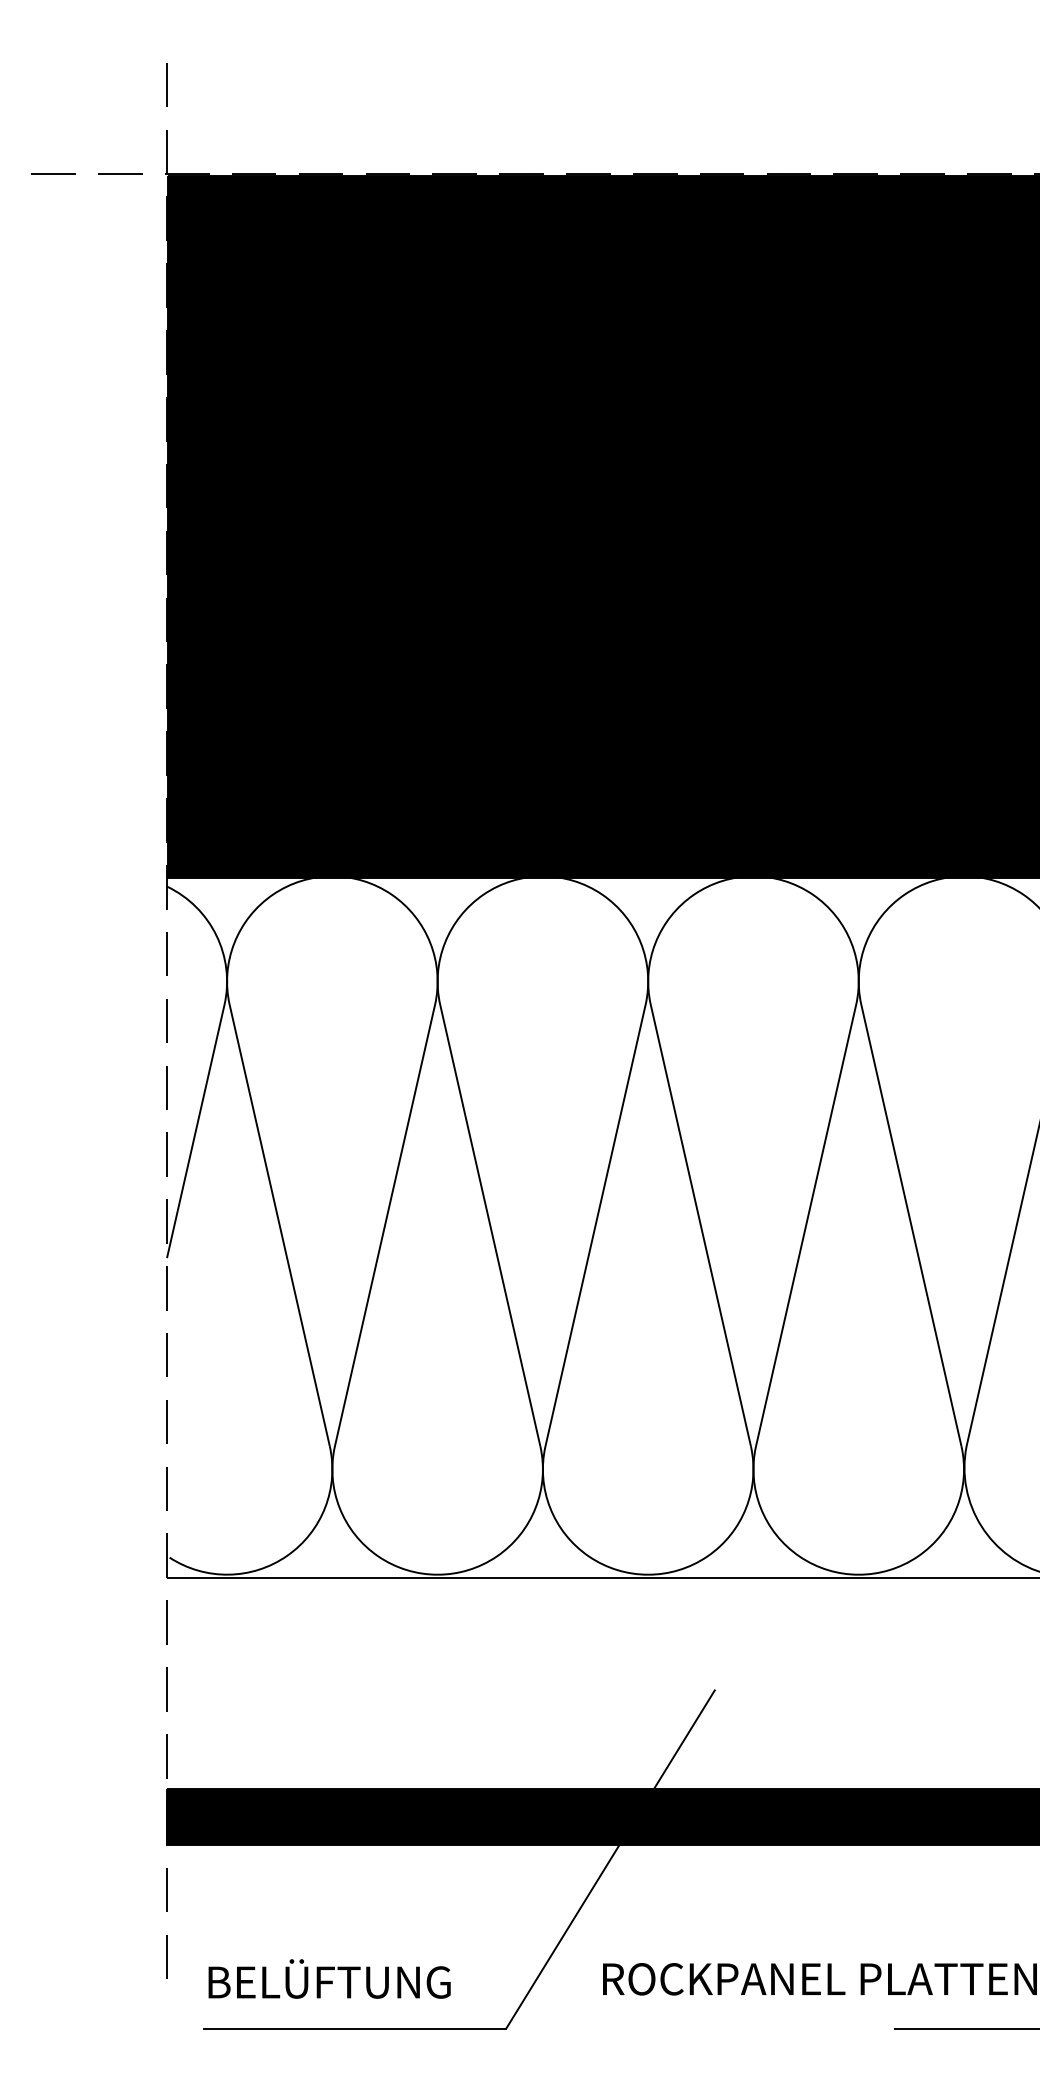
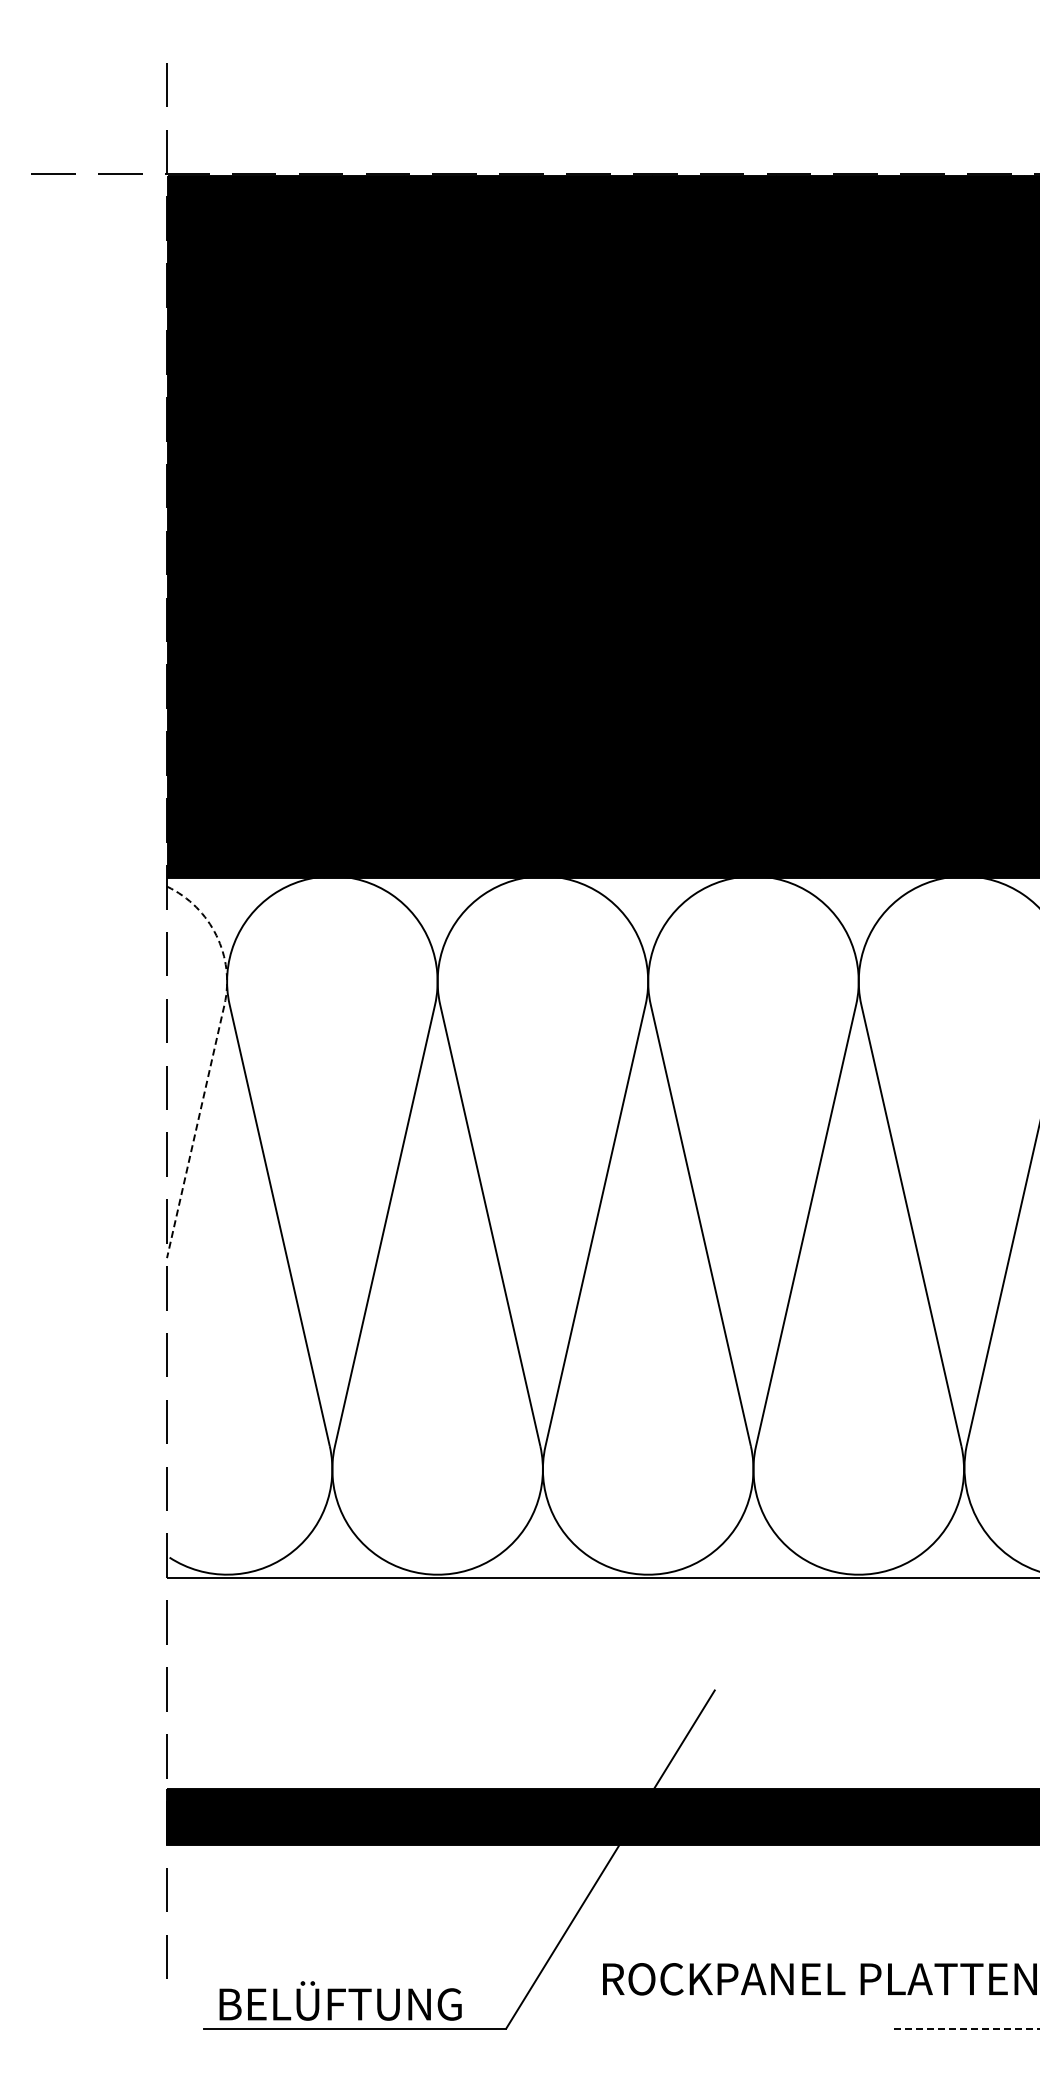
line at (213, 1051): solid -> dashed
text at (329, 1978) position: (329, 1978) -> (340, 2000)
line at (967, 2029): solid -> dashed
